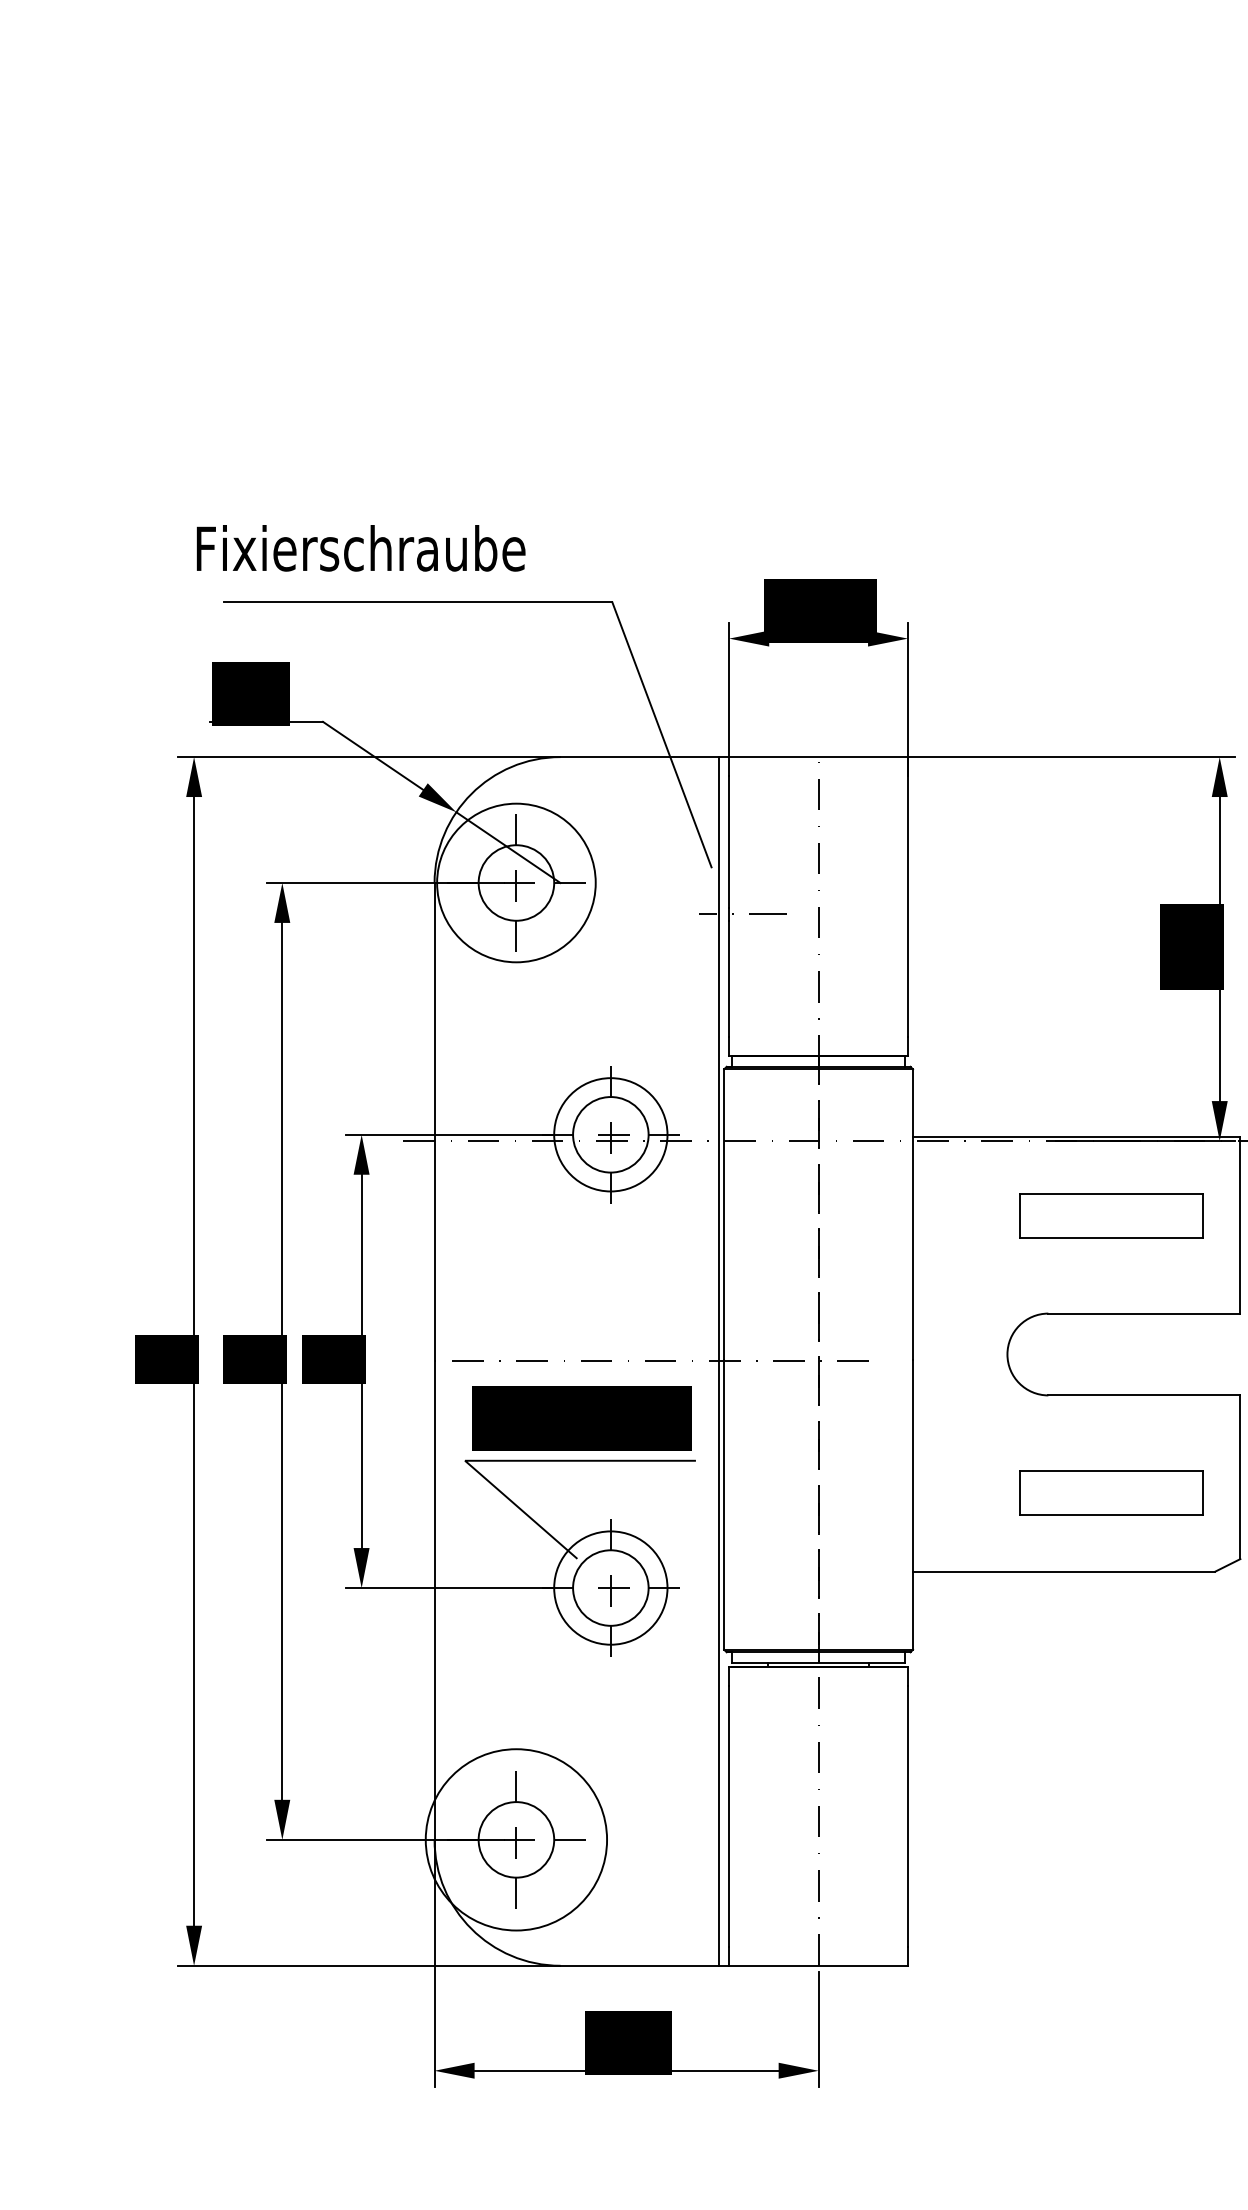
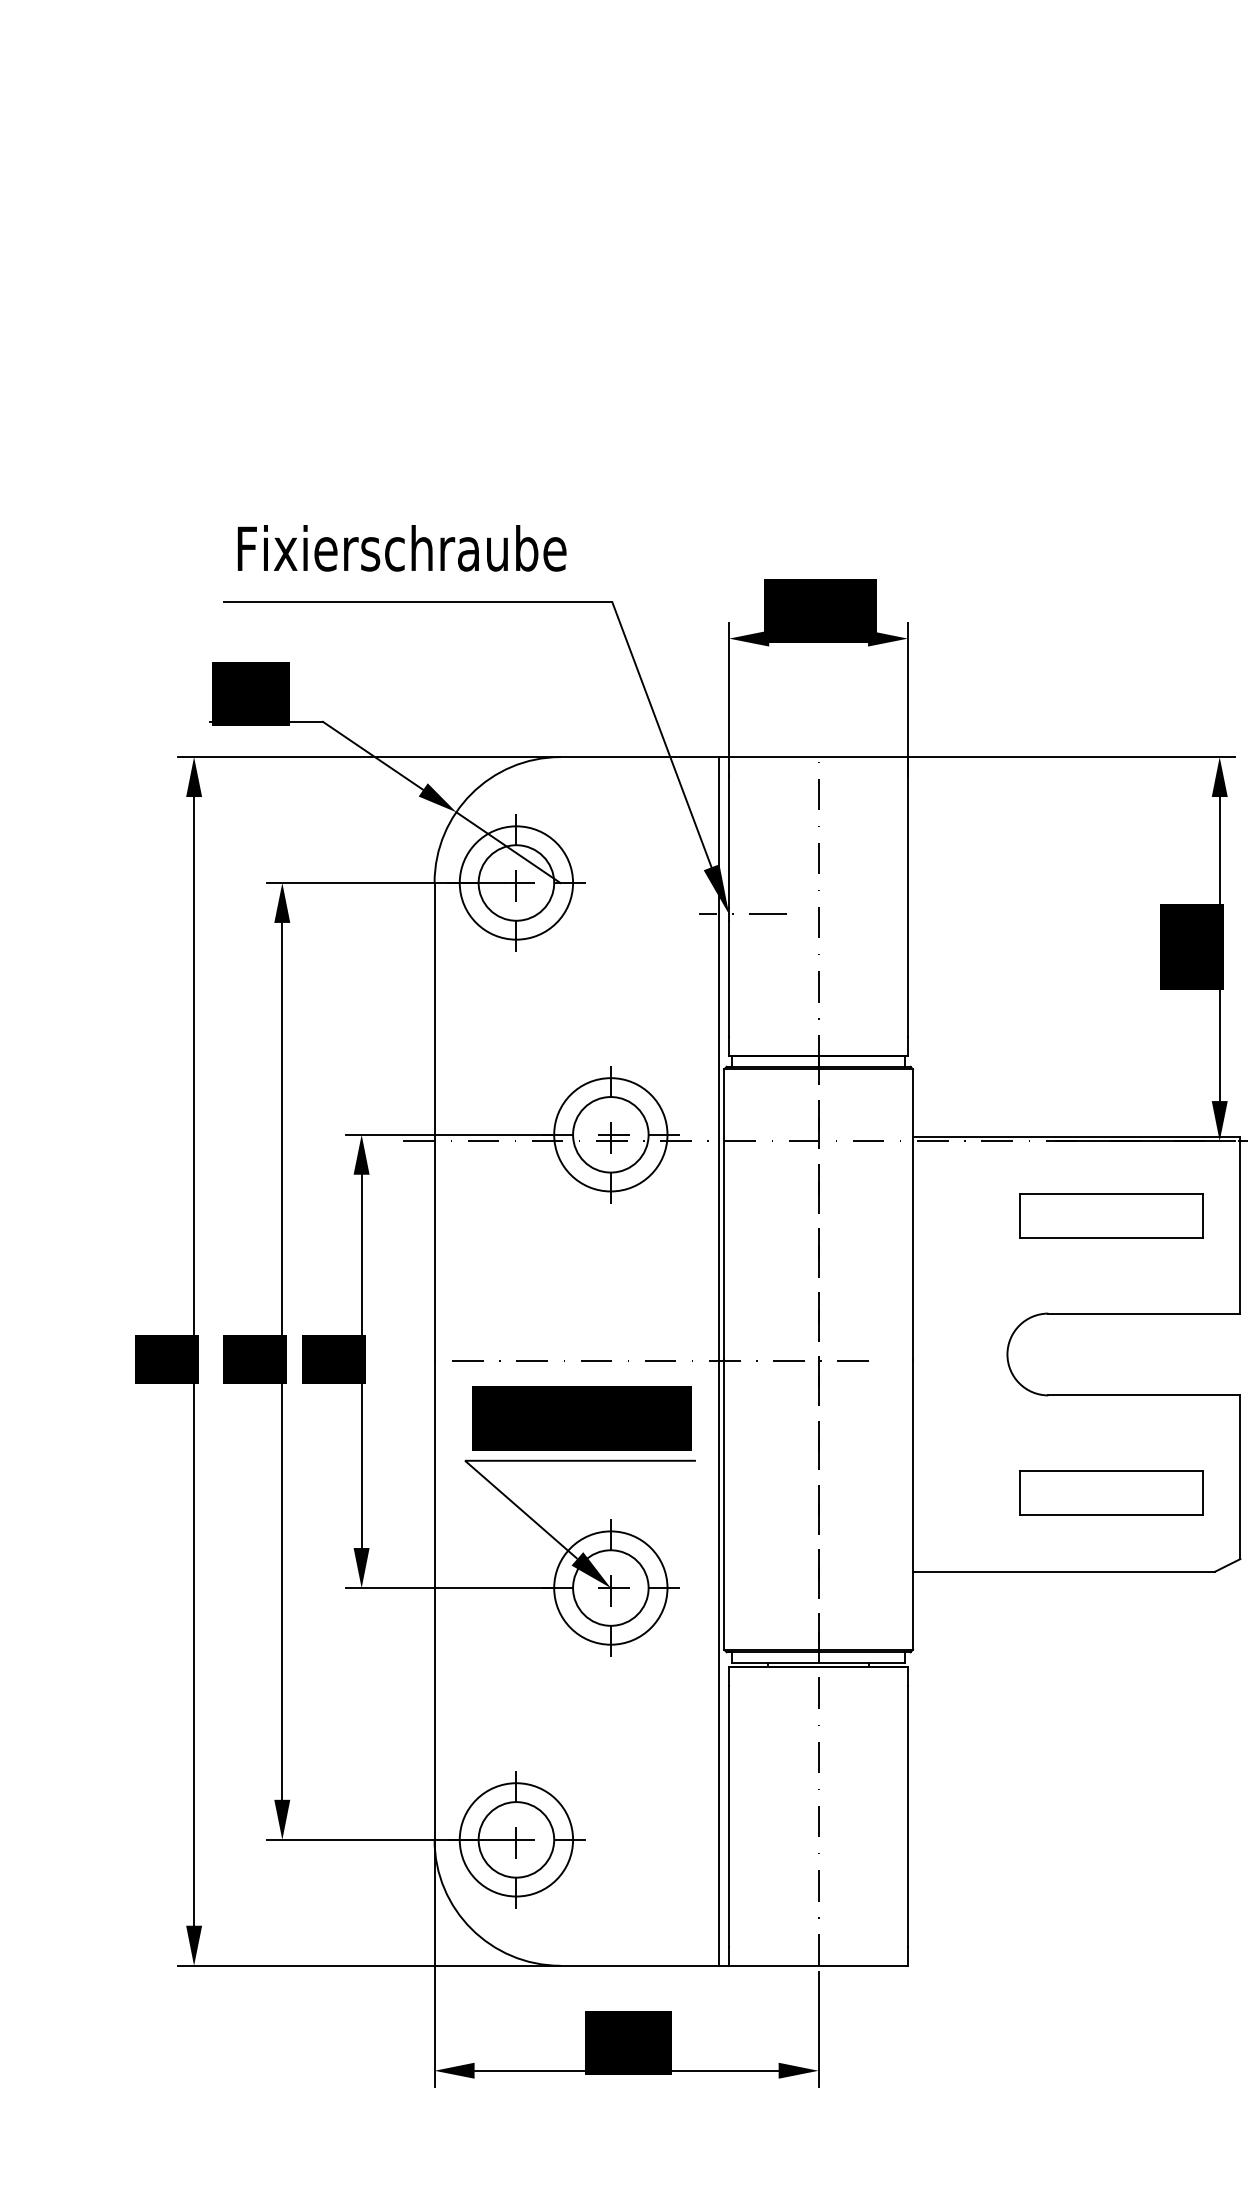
text at (360, 548) position: (360, 548) -> (401, 548)
circle at (516, 882) diameter: 159 px -> 113 px
fill at (716, 889): none -> present
fill at (590, 1570): none -> present
circle at (516, 1839) diameter: 181 px -> 113 px
